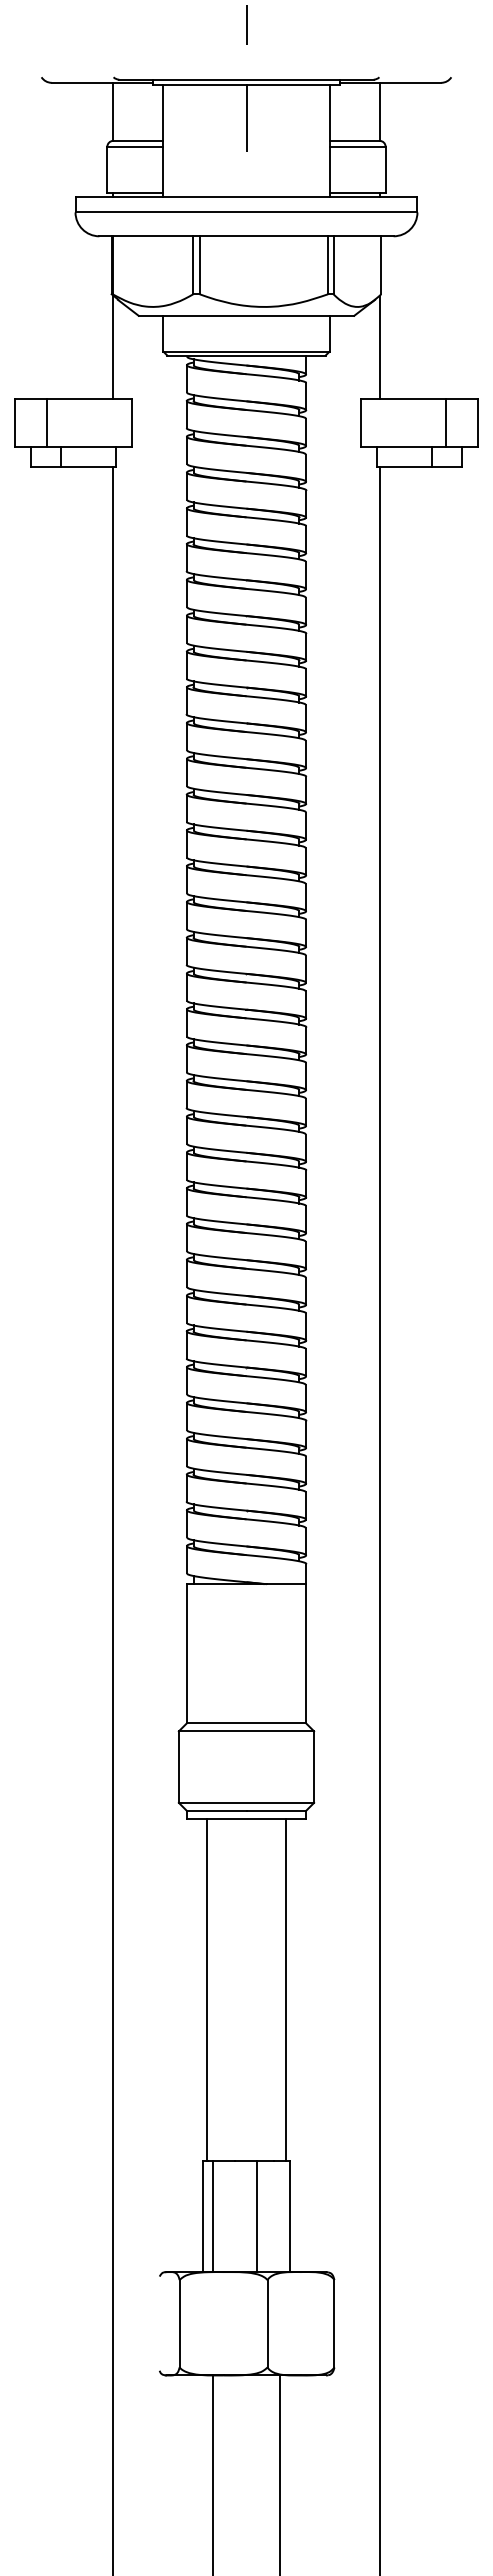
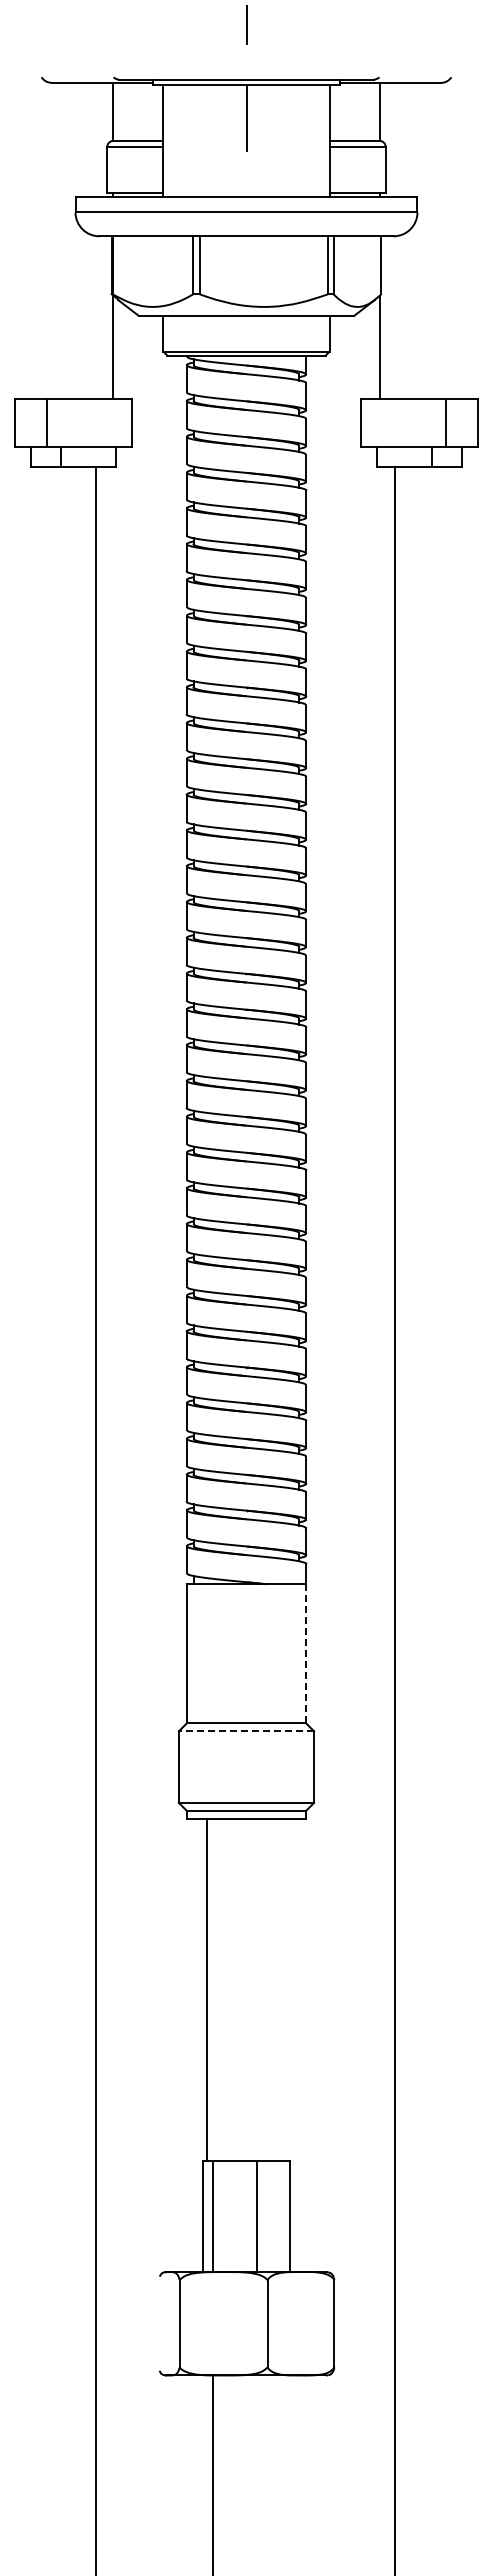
line at (113, 1519) position: (113, 1519) -> (96, 1519)
line at (379, 1519) position: (379, 1519) -> (394, 1519)
line at (306, 1653): solid -> dashed
line at (246, 1731): solid -> dashed
line at (286, 1989): present -> none
line at (280, 2473): present -> none
